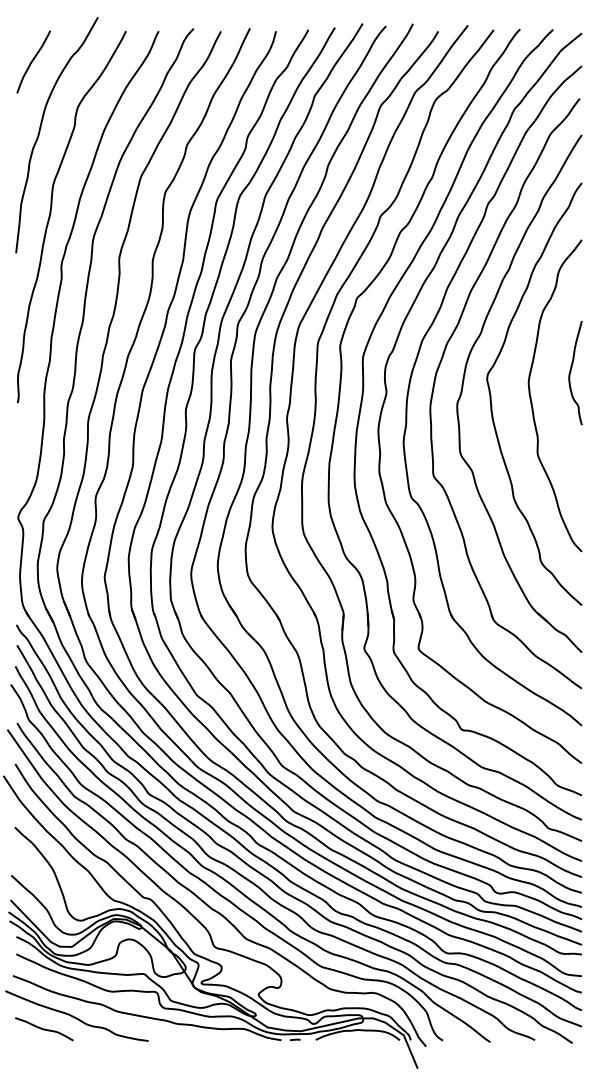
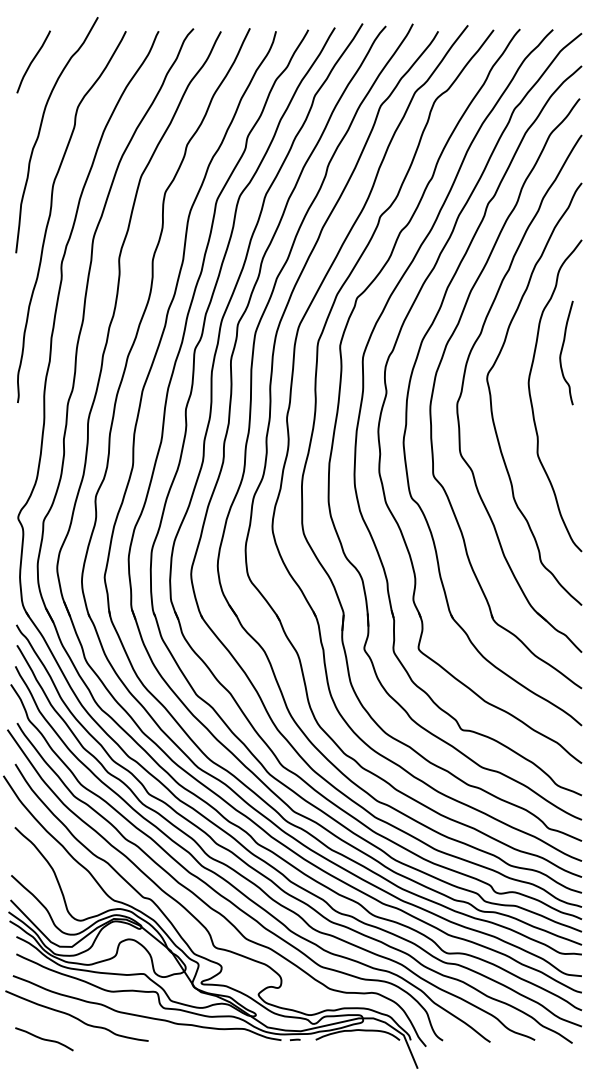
curve at (571, 371) position: (571, 371) -> (562, 351)
curve at (44, 1029) position: (44, 1029) -> (44, 1039)
